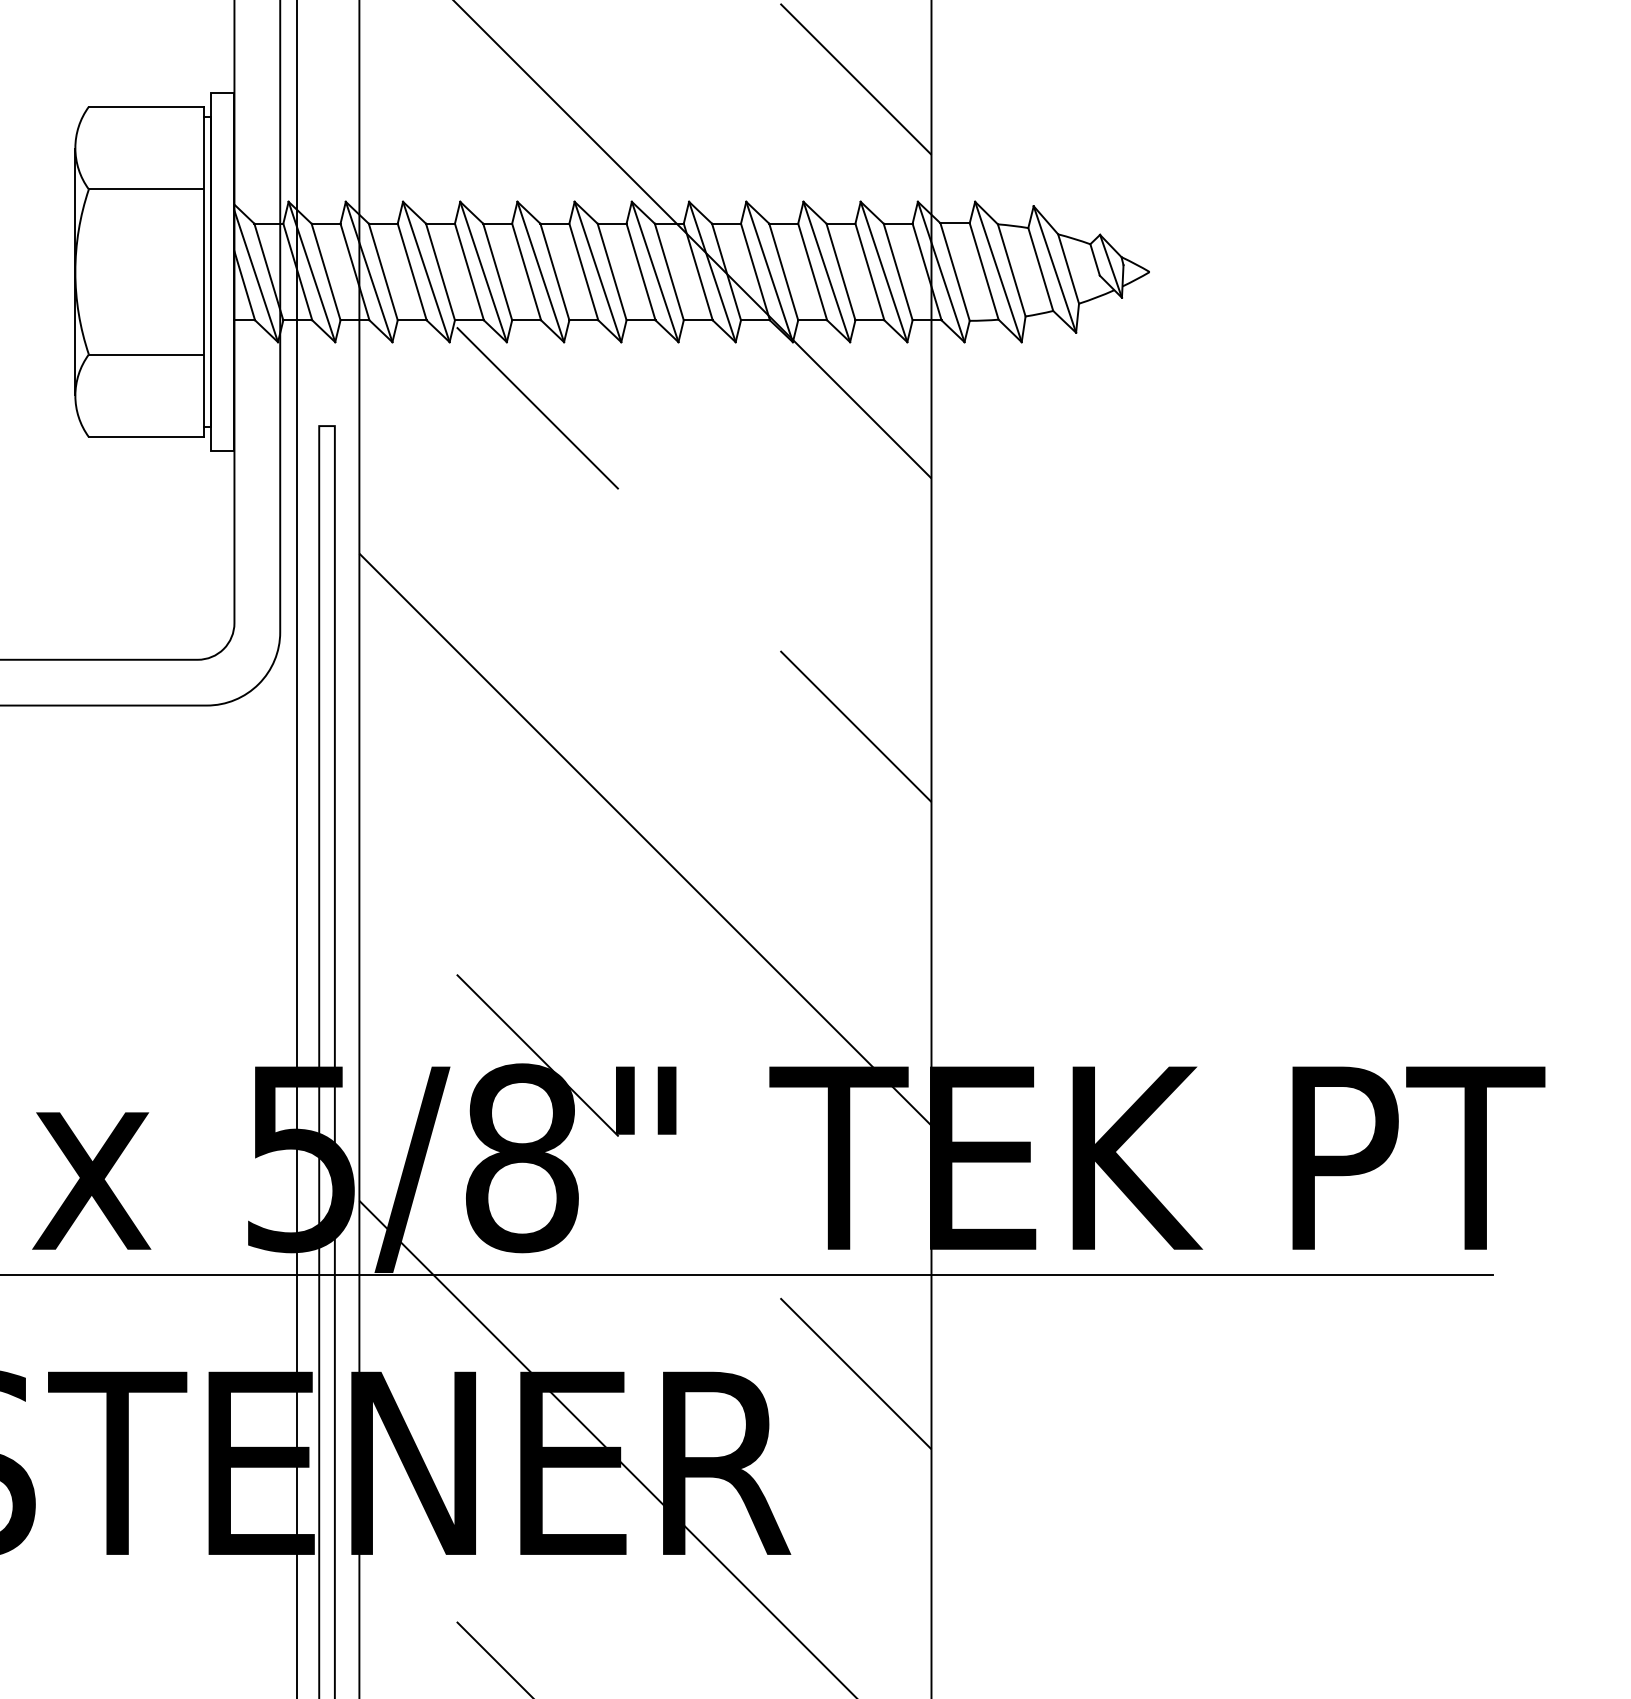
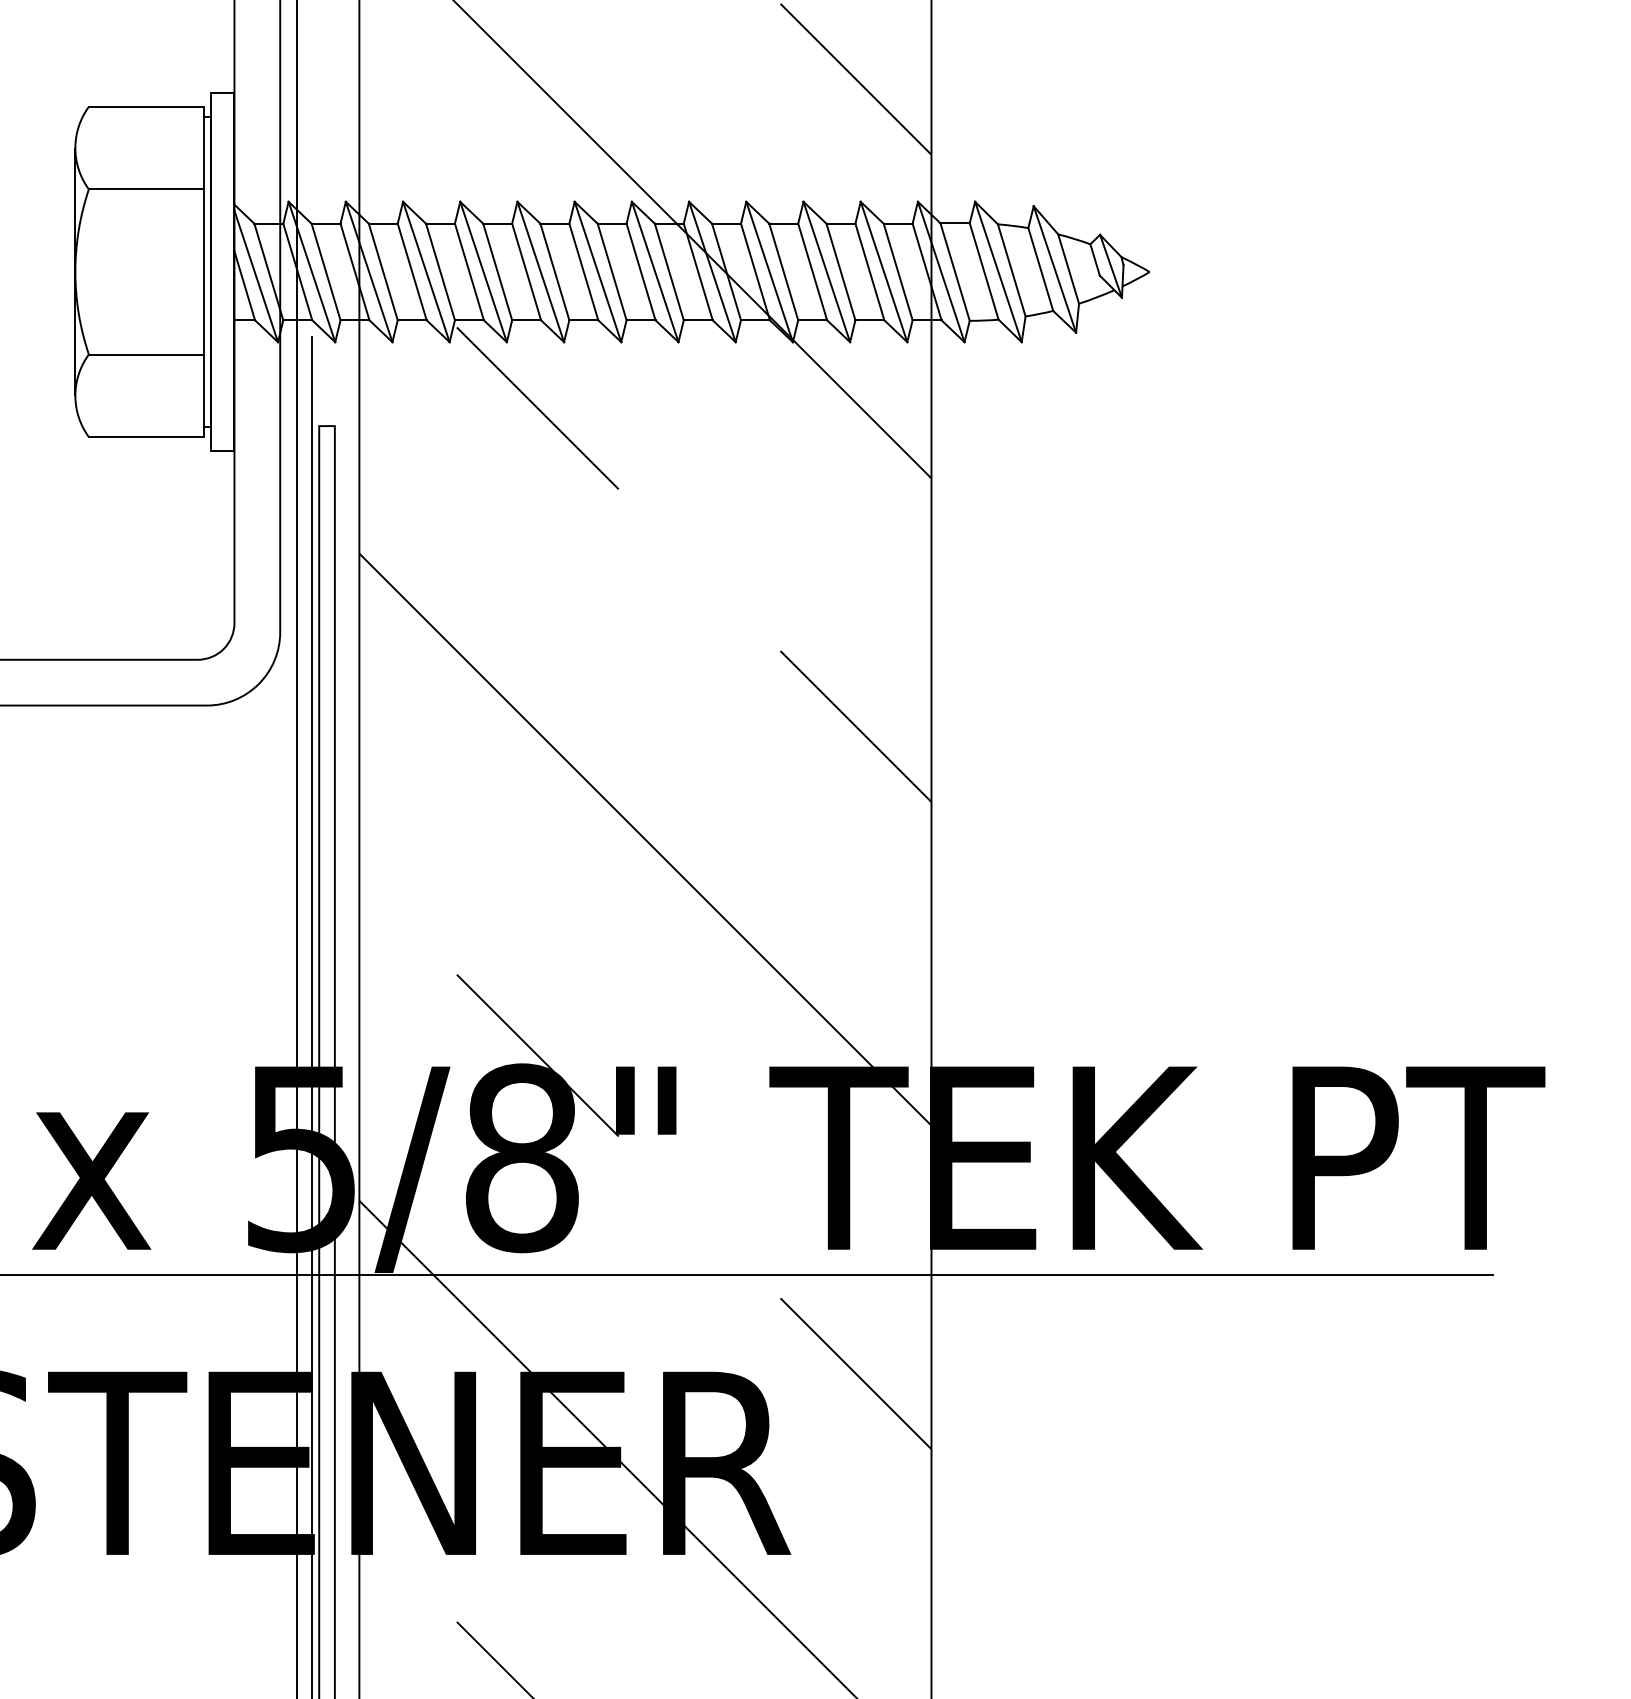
line at (312, 1015): none -> present
